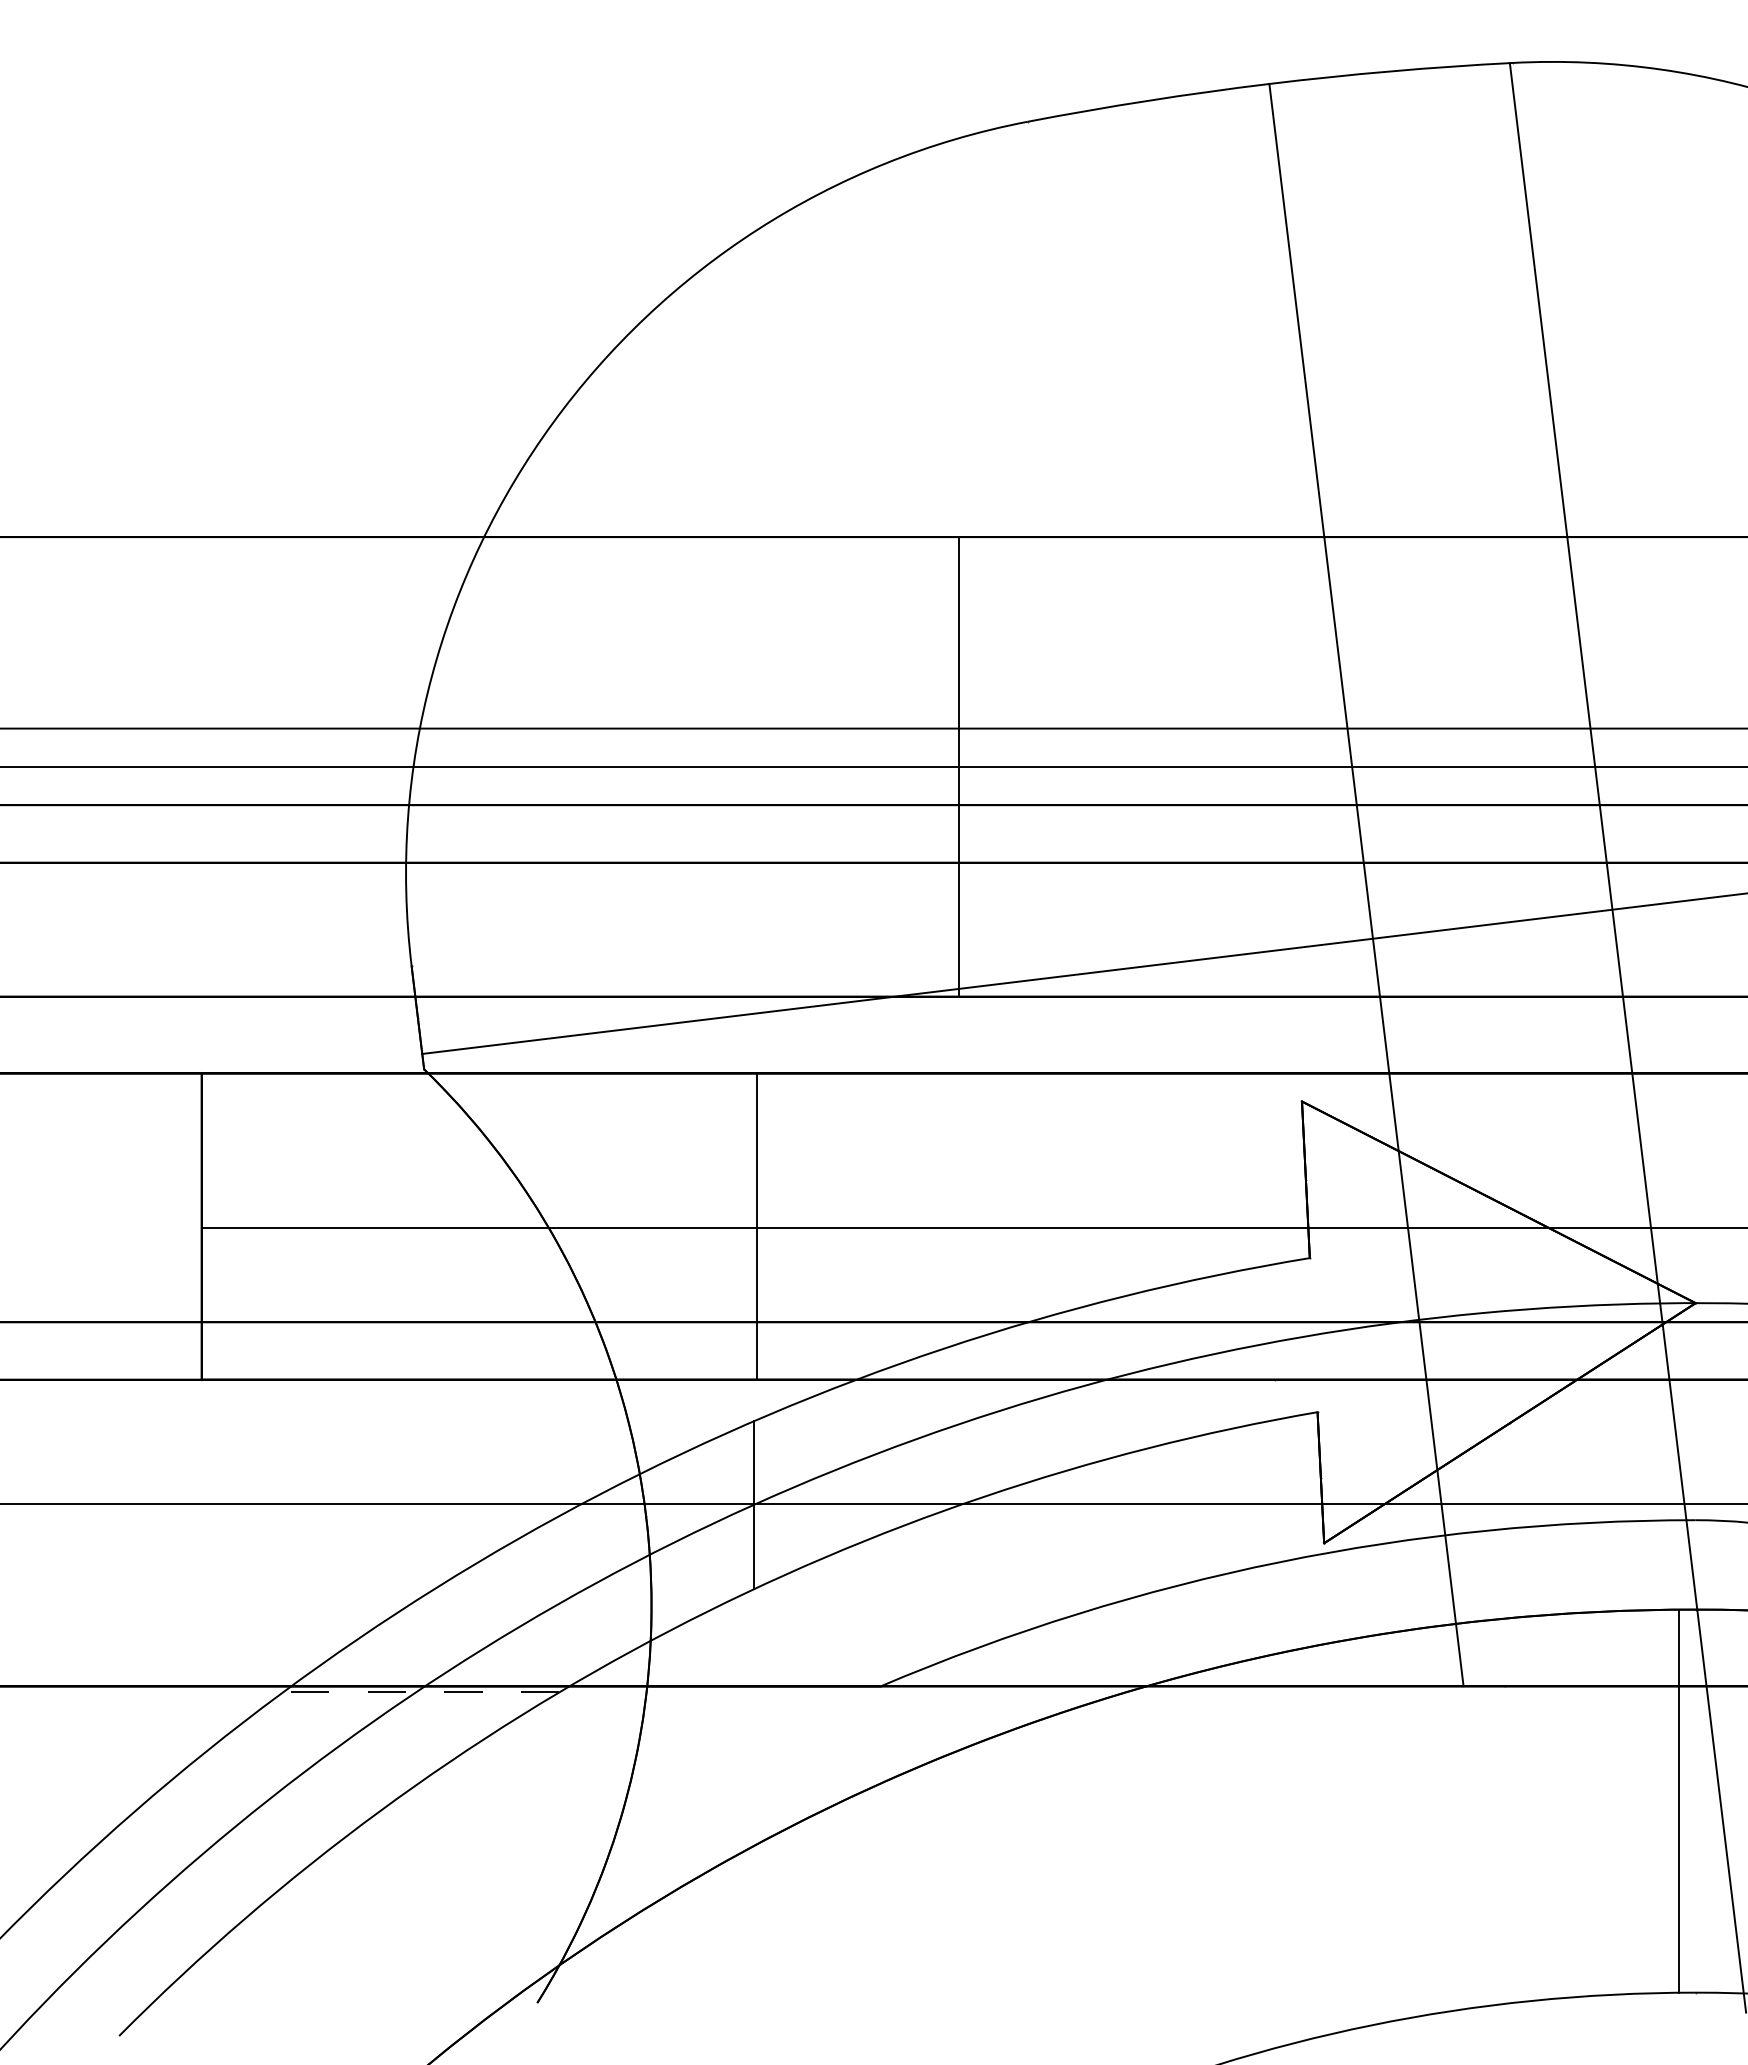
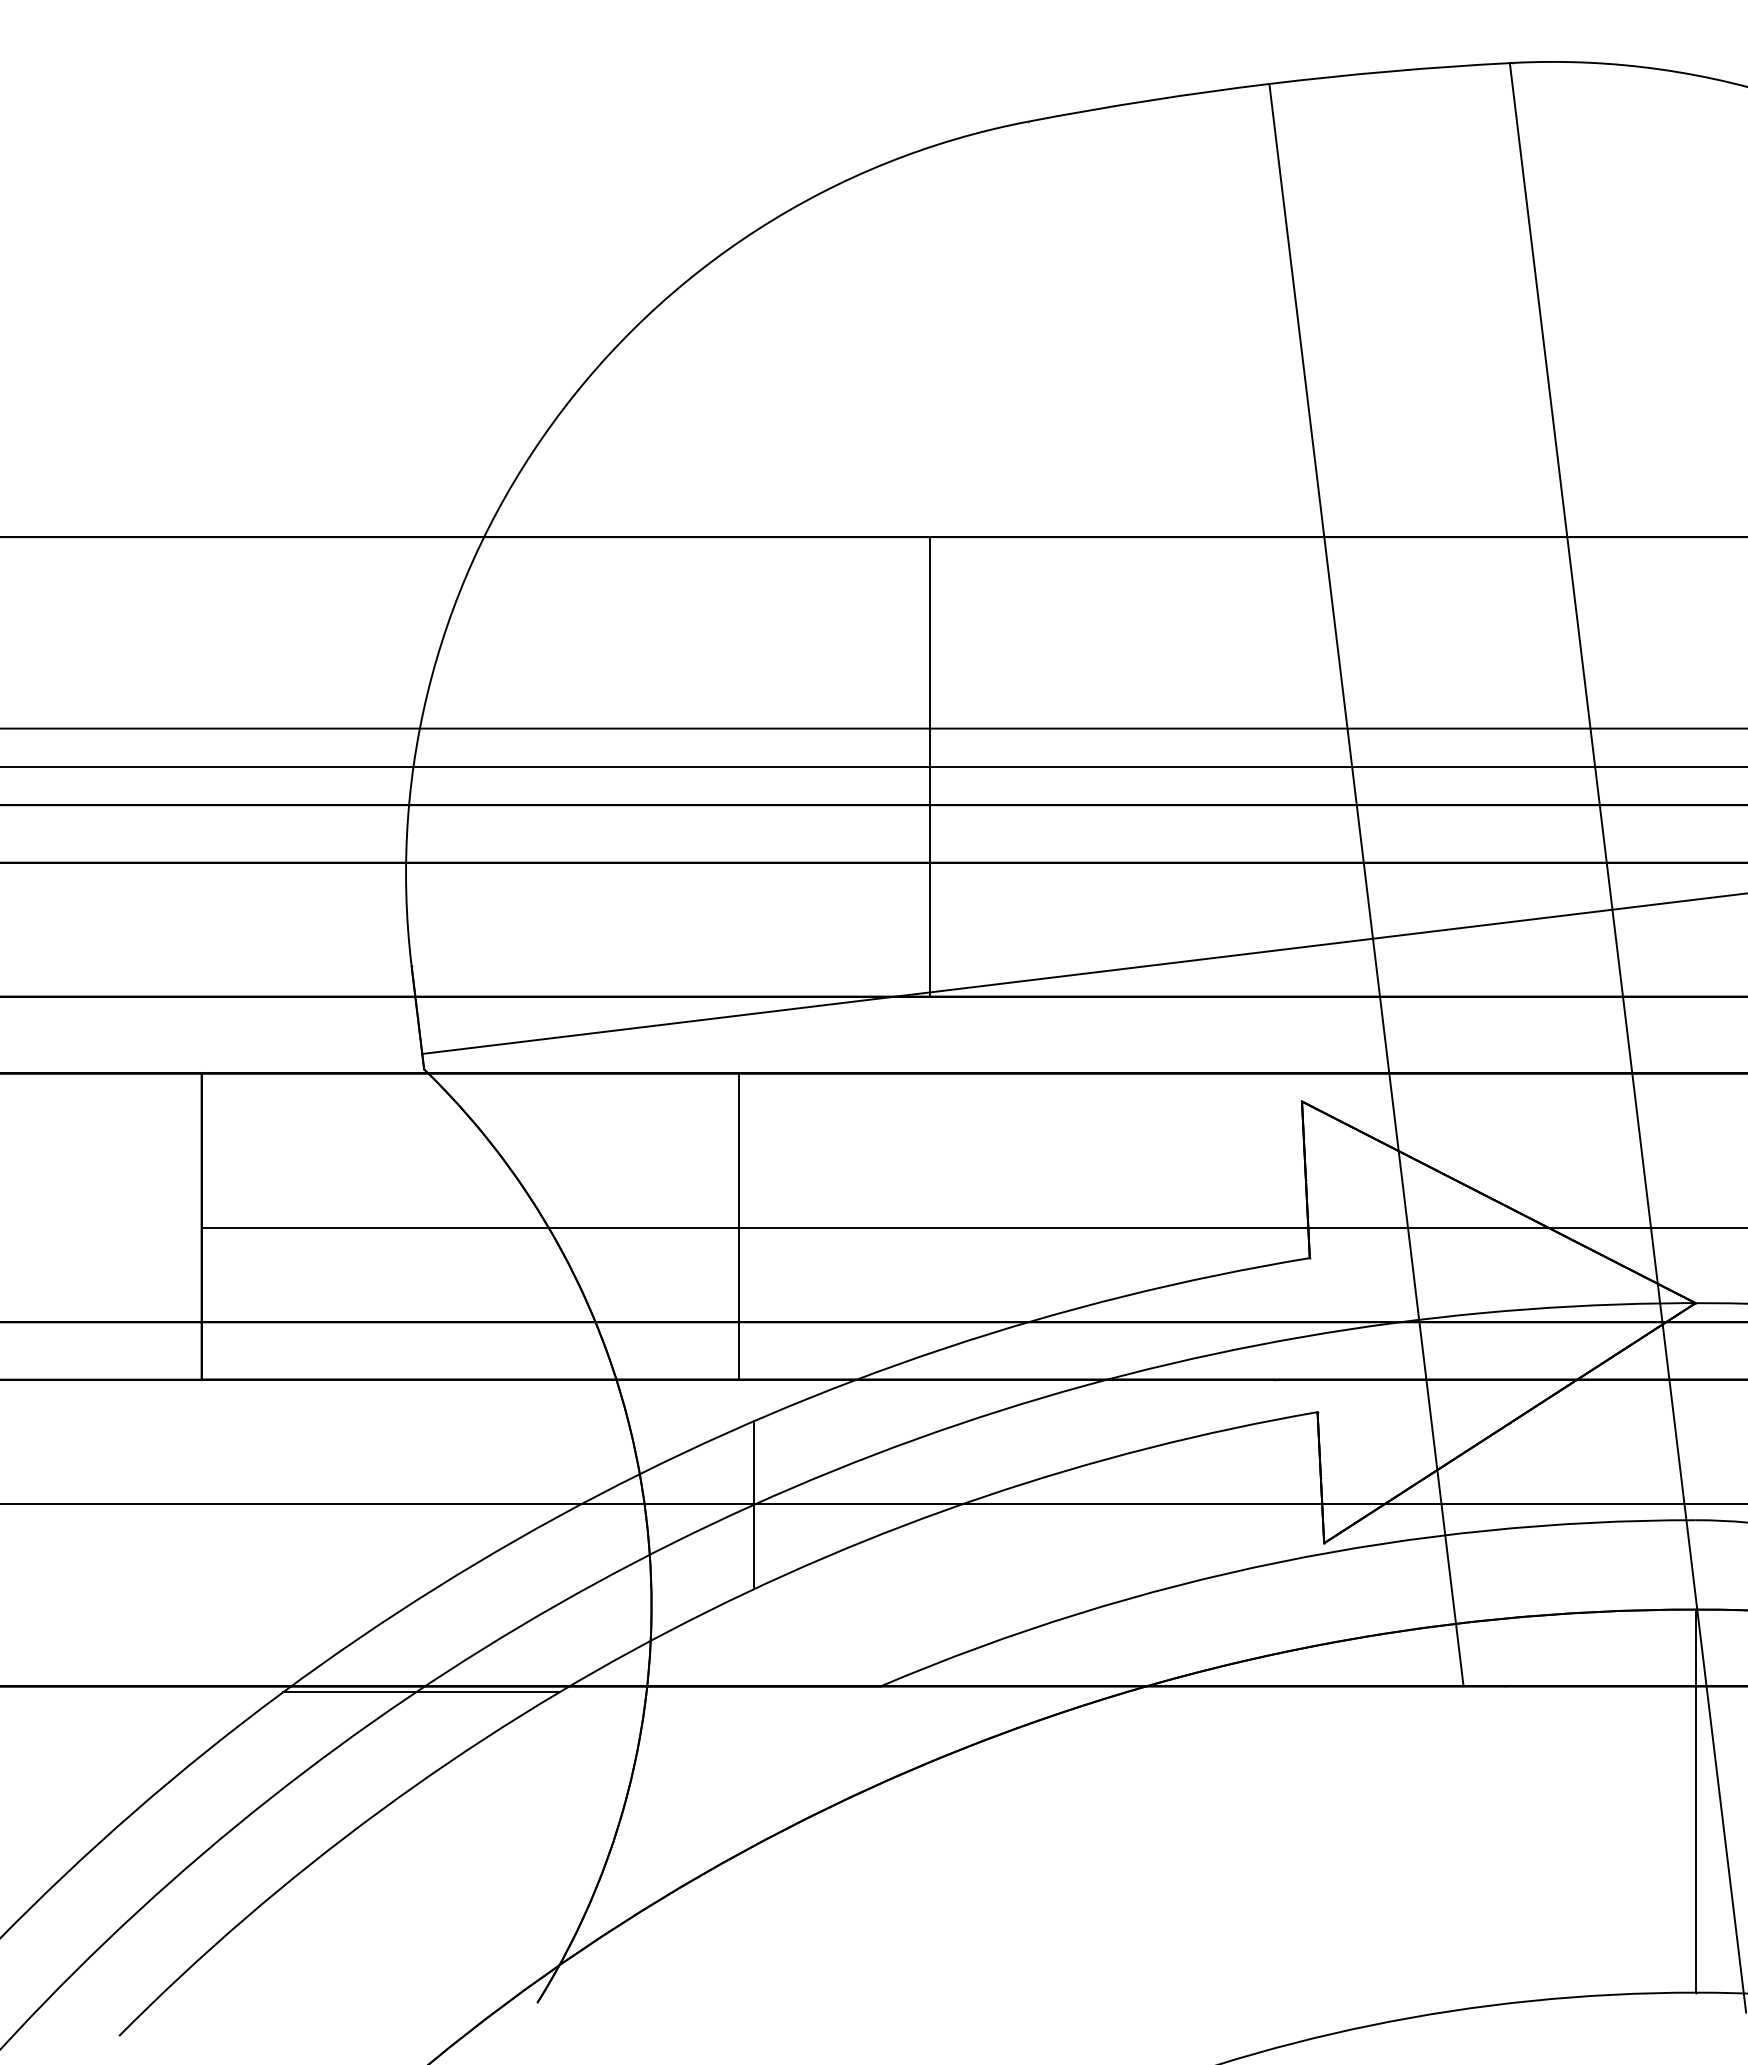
line at (958, 766) position: (958, 766) -> (929, 766)
line at (756, 1226) position: (756, 1226) -> (738, 1226)
line at (420, 1692): dashed -> solid
line at (1678, 1800) position: (1678, 1800) -> (1695, 1800)
